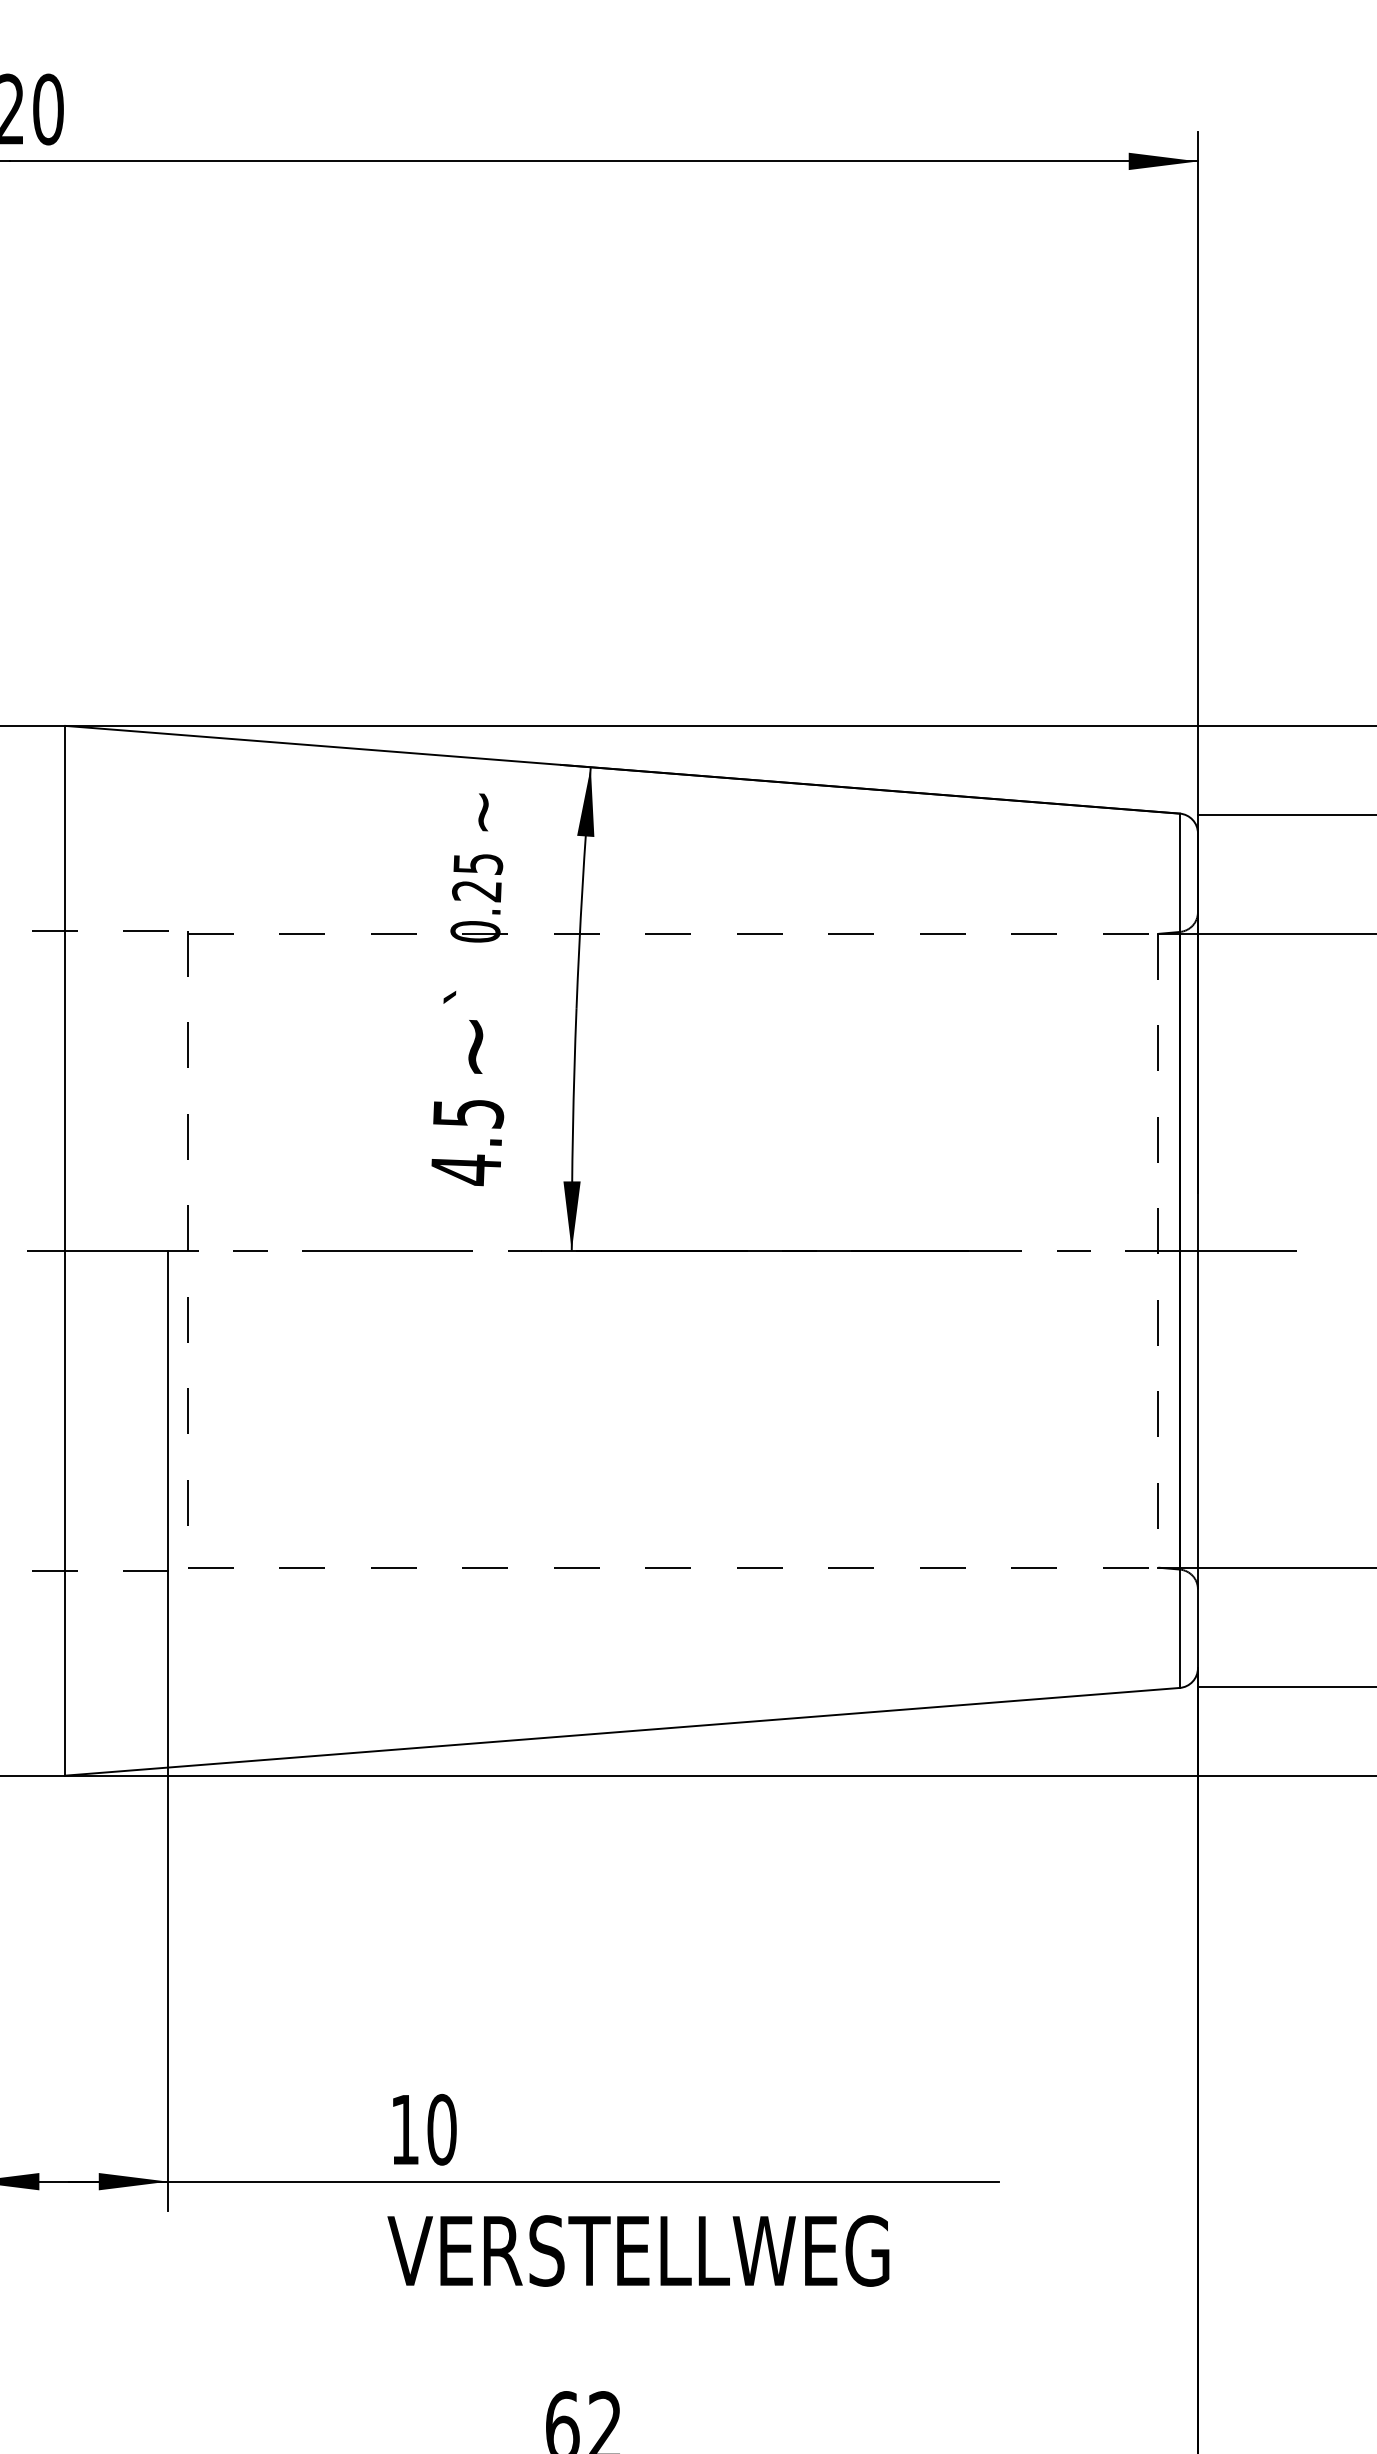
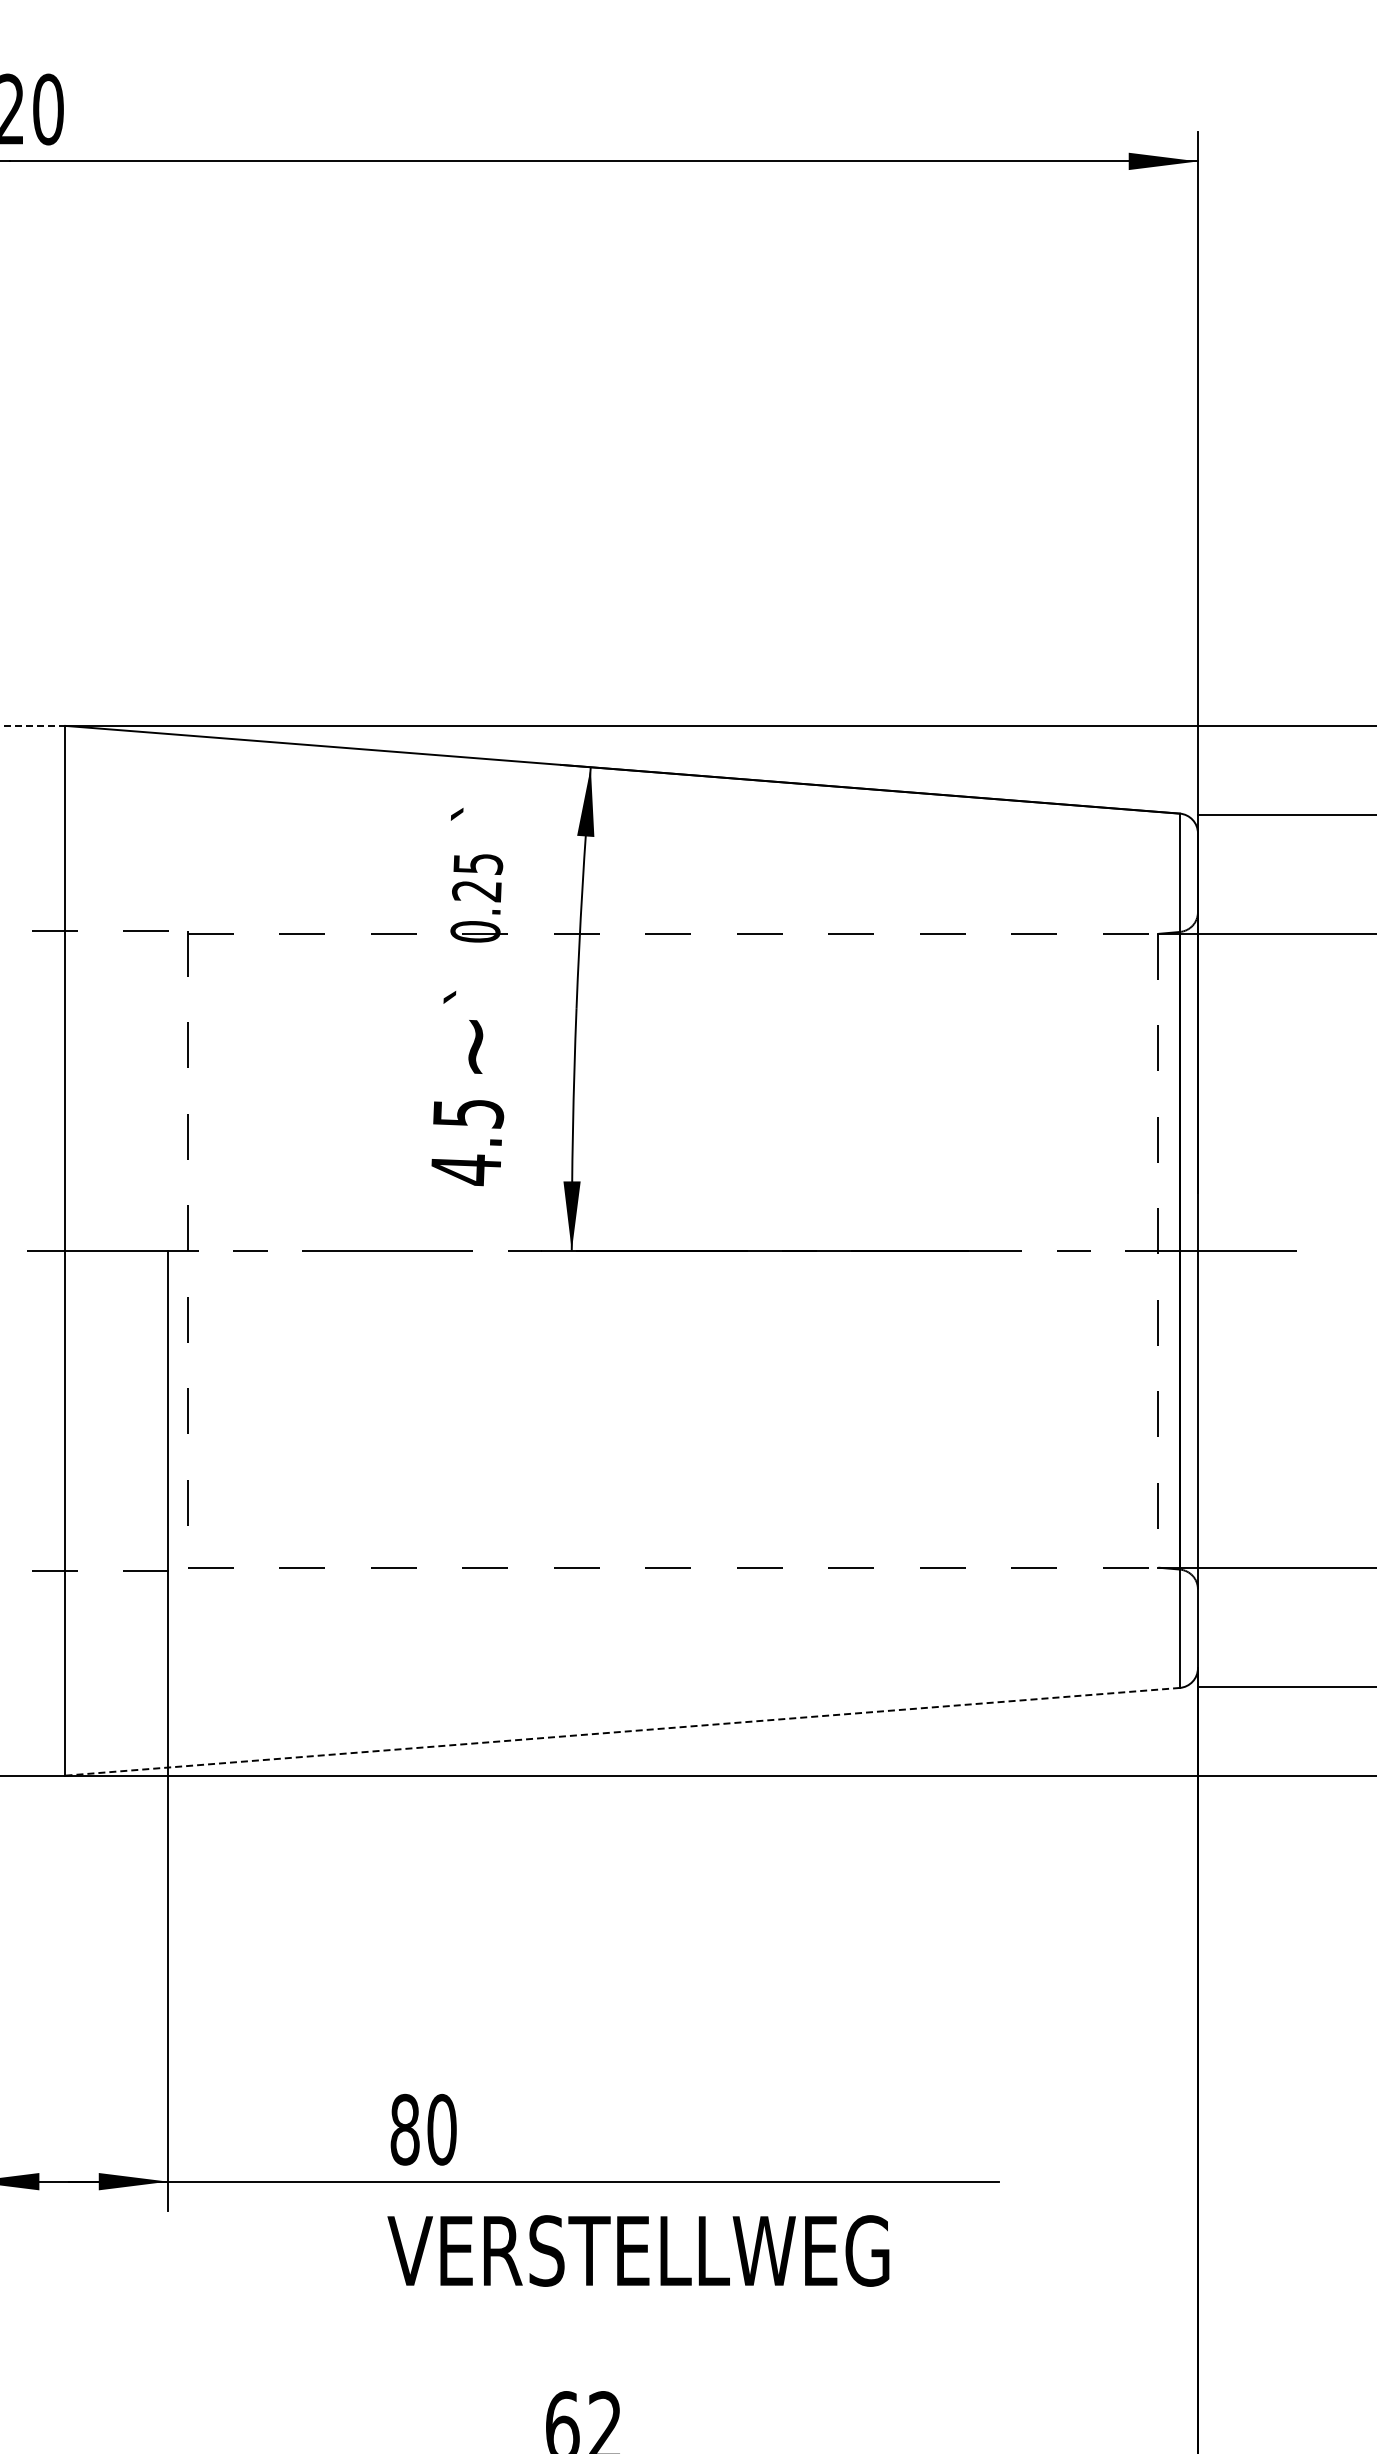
line at (33, 725): solid -> dashed
text at (469, 812): ~ -> `
line at (622, 1731): solid -> dashed
text at (404, 2129): 10 -> 80
